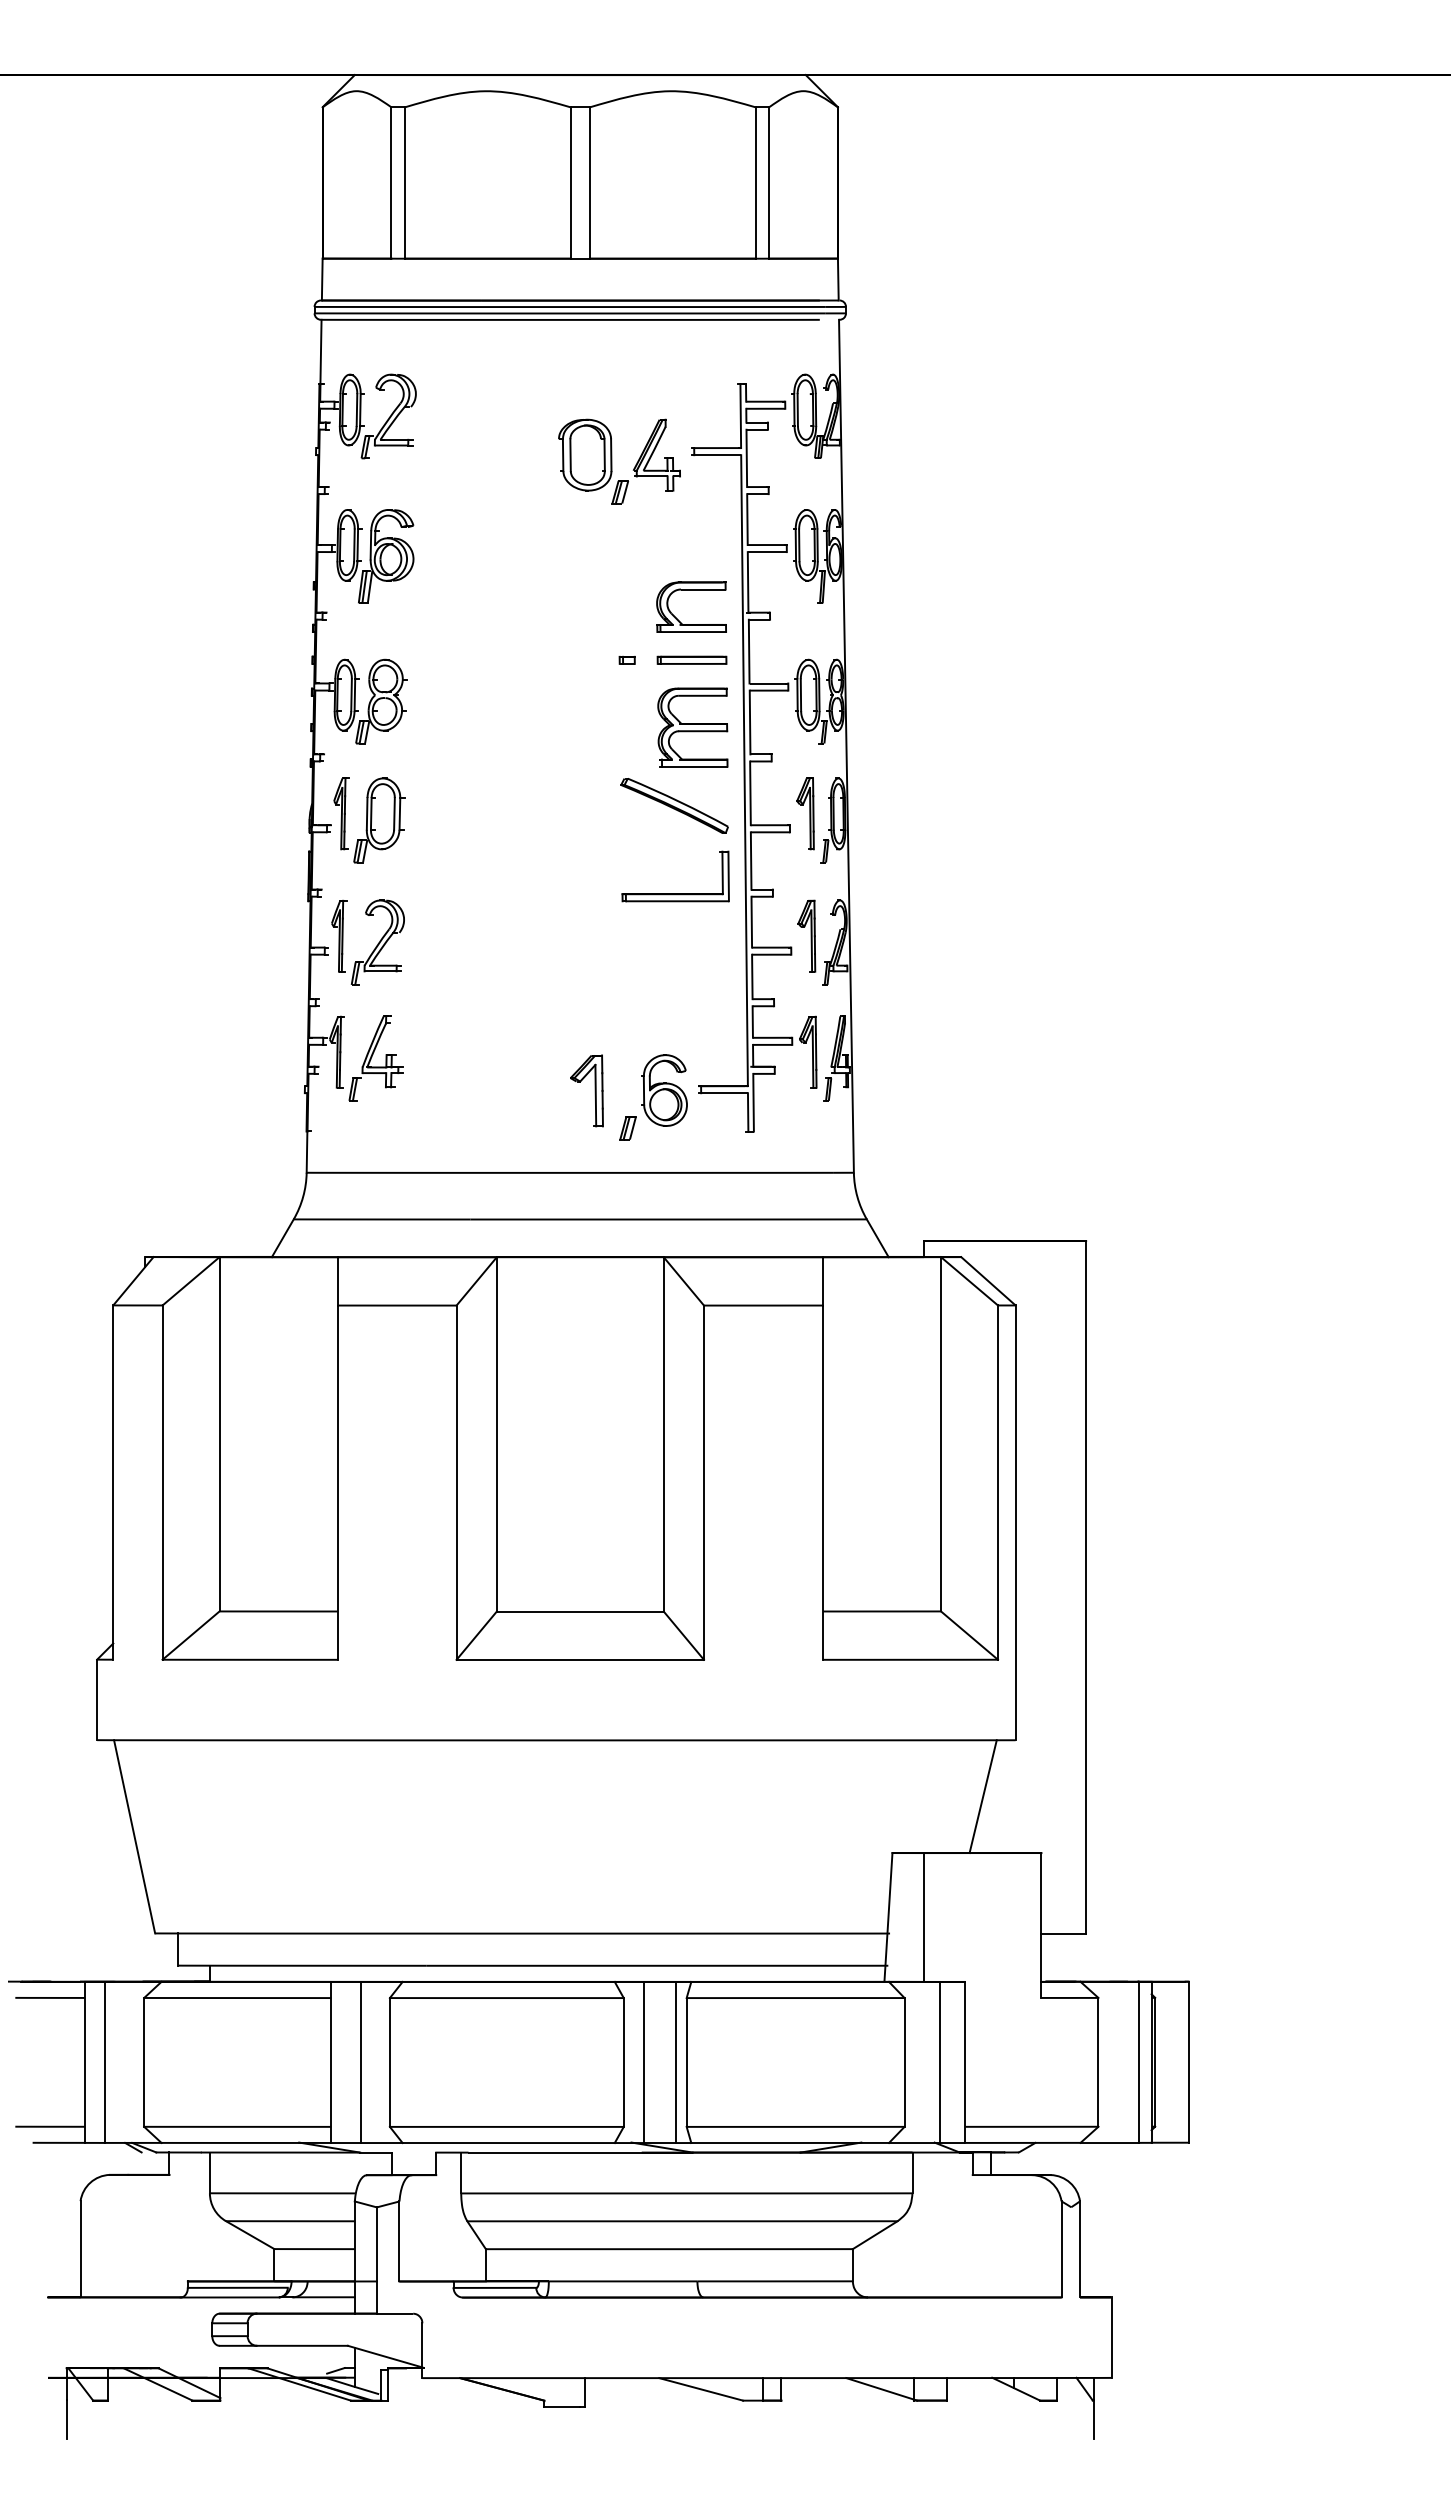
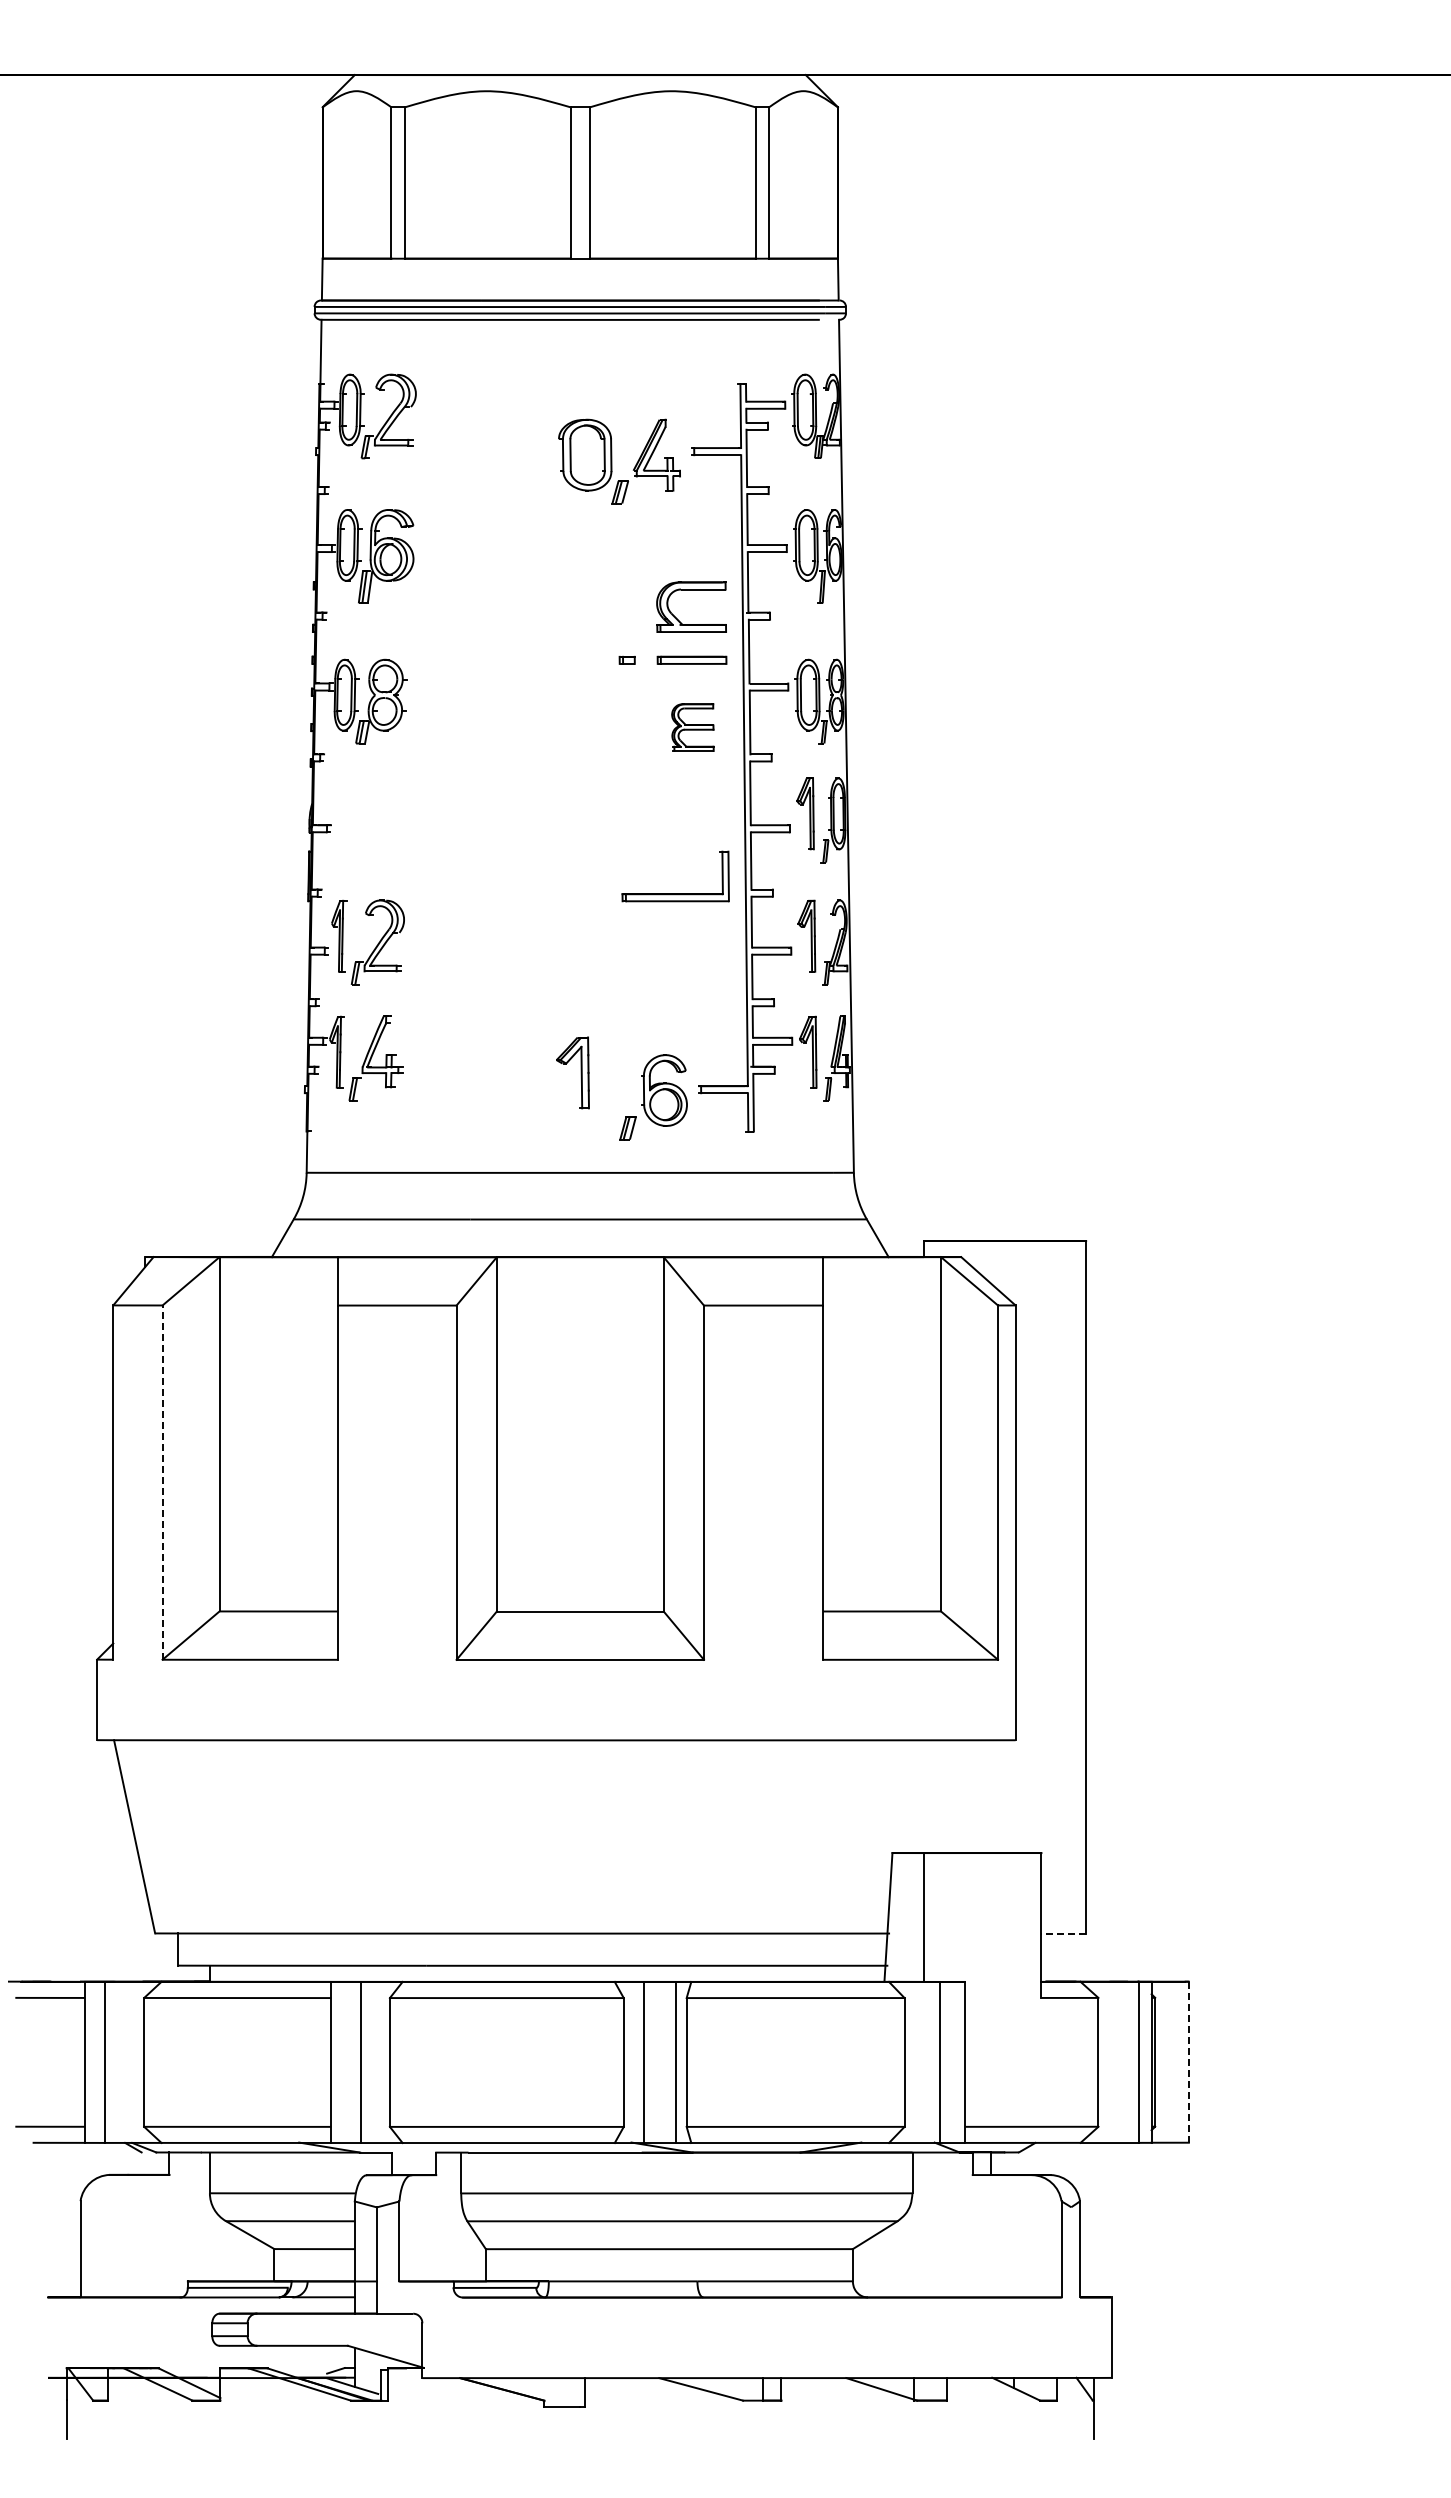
part at (692, 727) size: 72x81 px -> 44x49 px
part at (674, 805): present -> none
part at (369, 820): present -> none
part at (594, 1090) position: (594, 1090) -> (580, 1072)
line at (162, 1482): solid -> dashed
line at (982, 1796): present -> none
line at (1063, 1933): solid -> dashed
line at (1188, 2062): solid -> dashed
